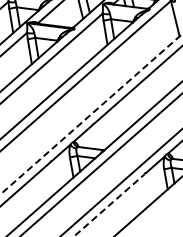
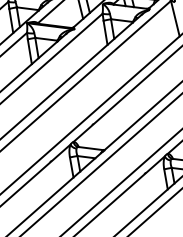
line at (91, 114): dashed -> solid
line at (109, 205): dashed -> solid
line at (155, 212): none -> present
